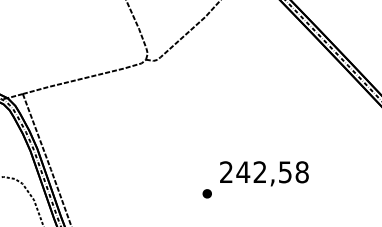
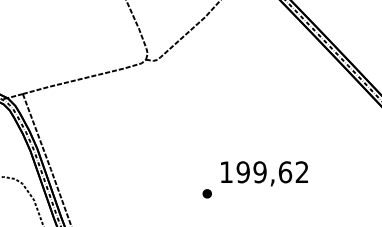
text at (264, 172): 242,58 -> 199,62
